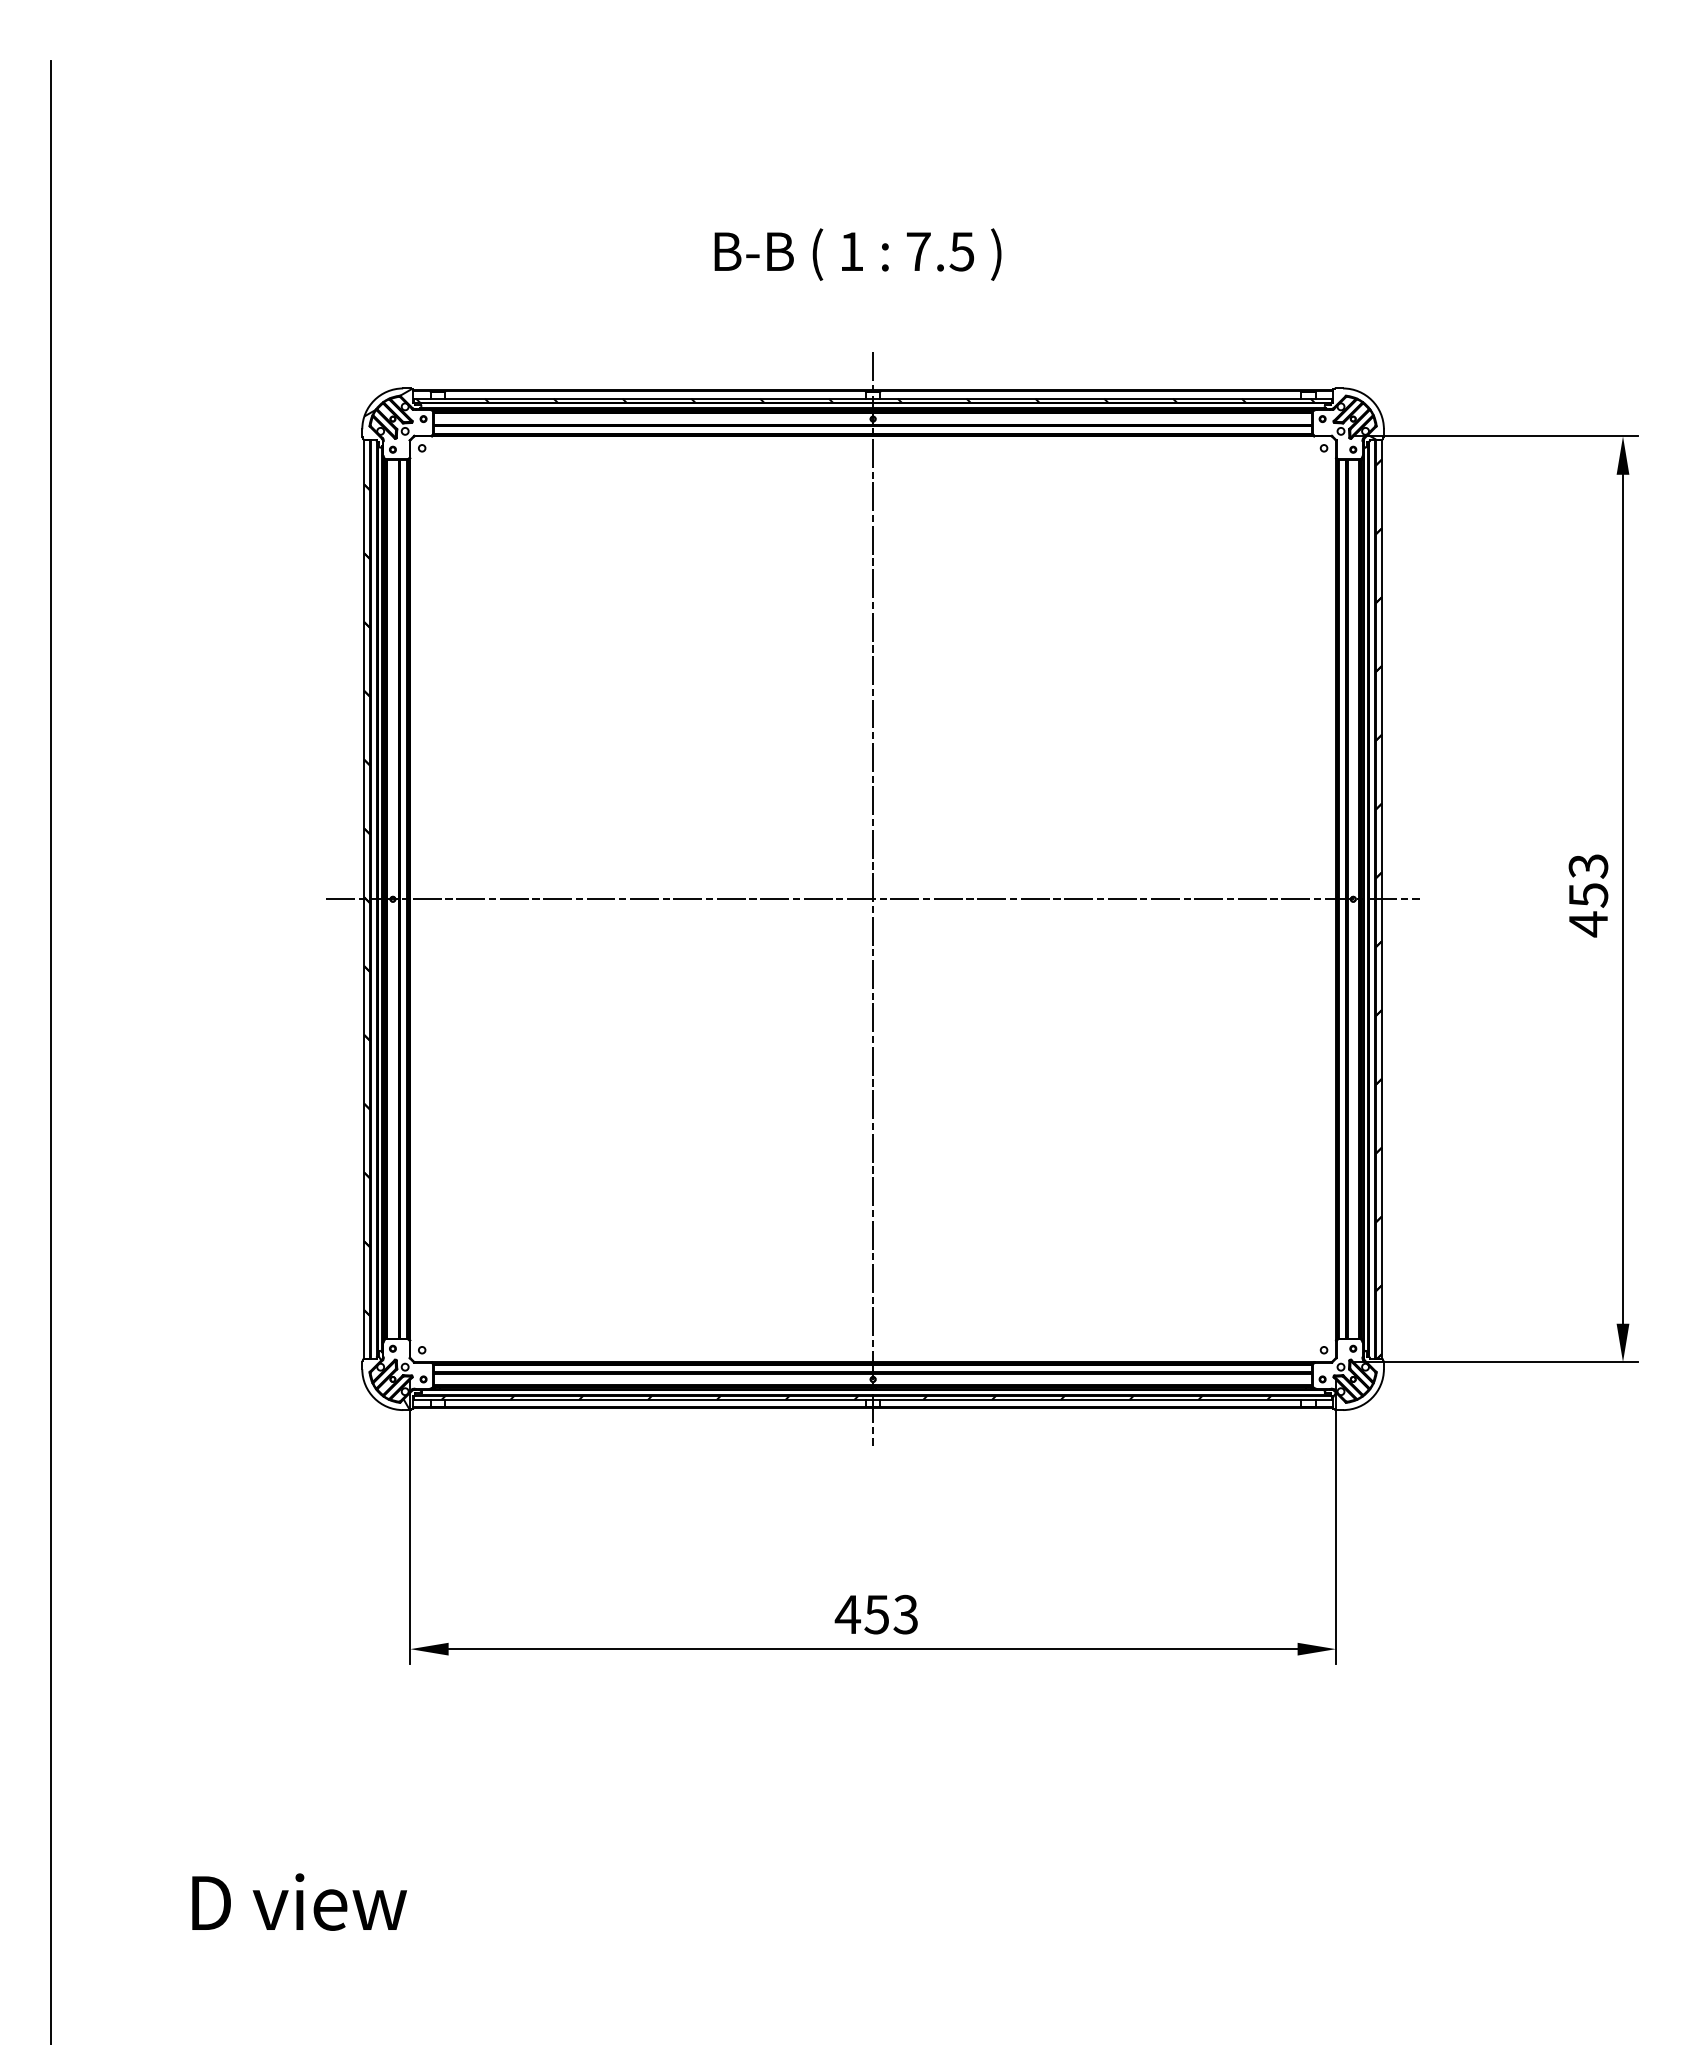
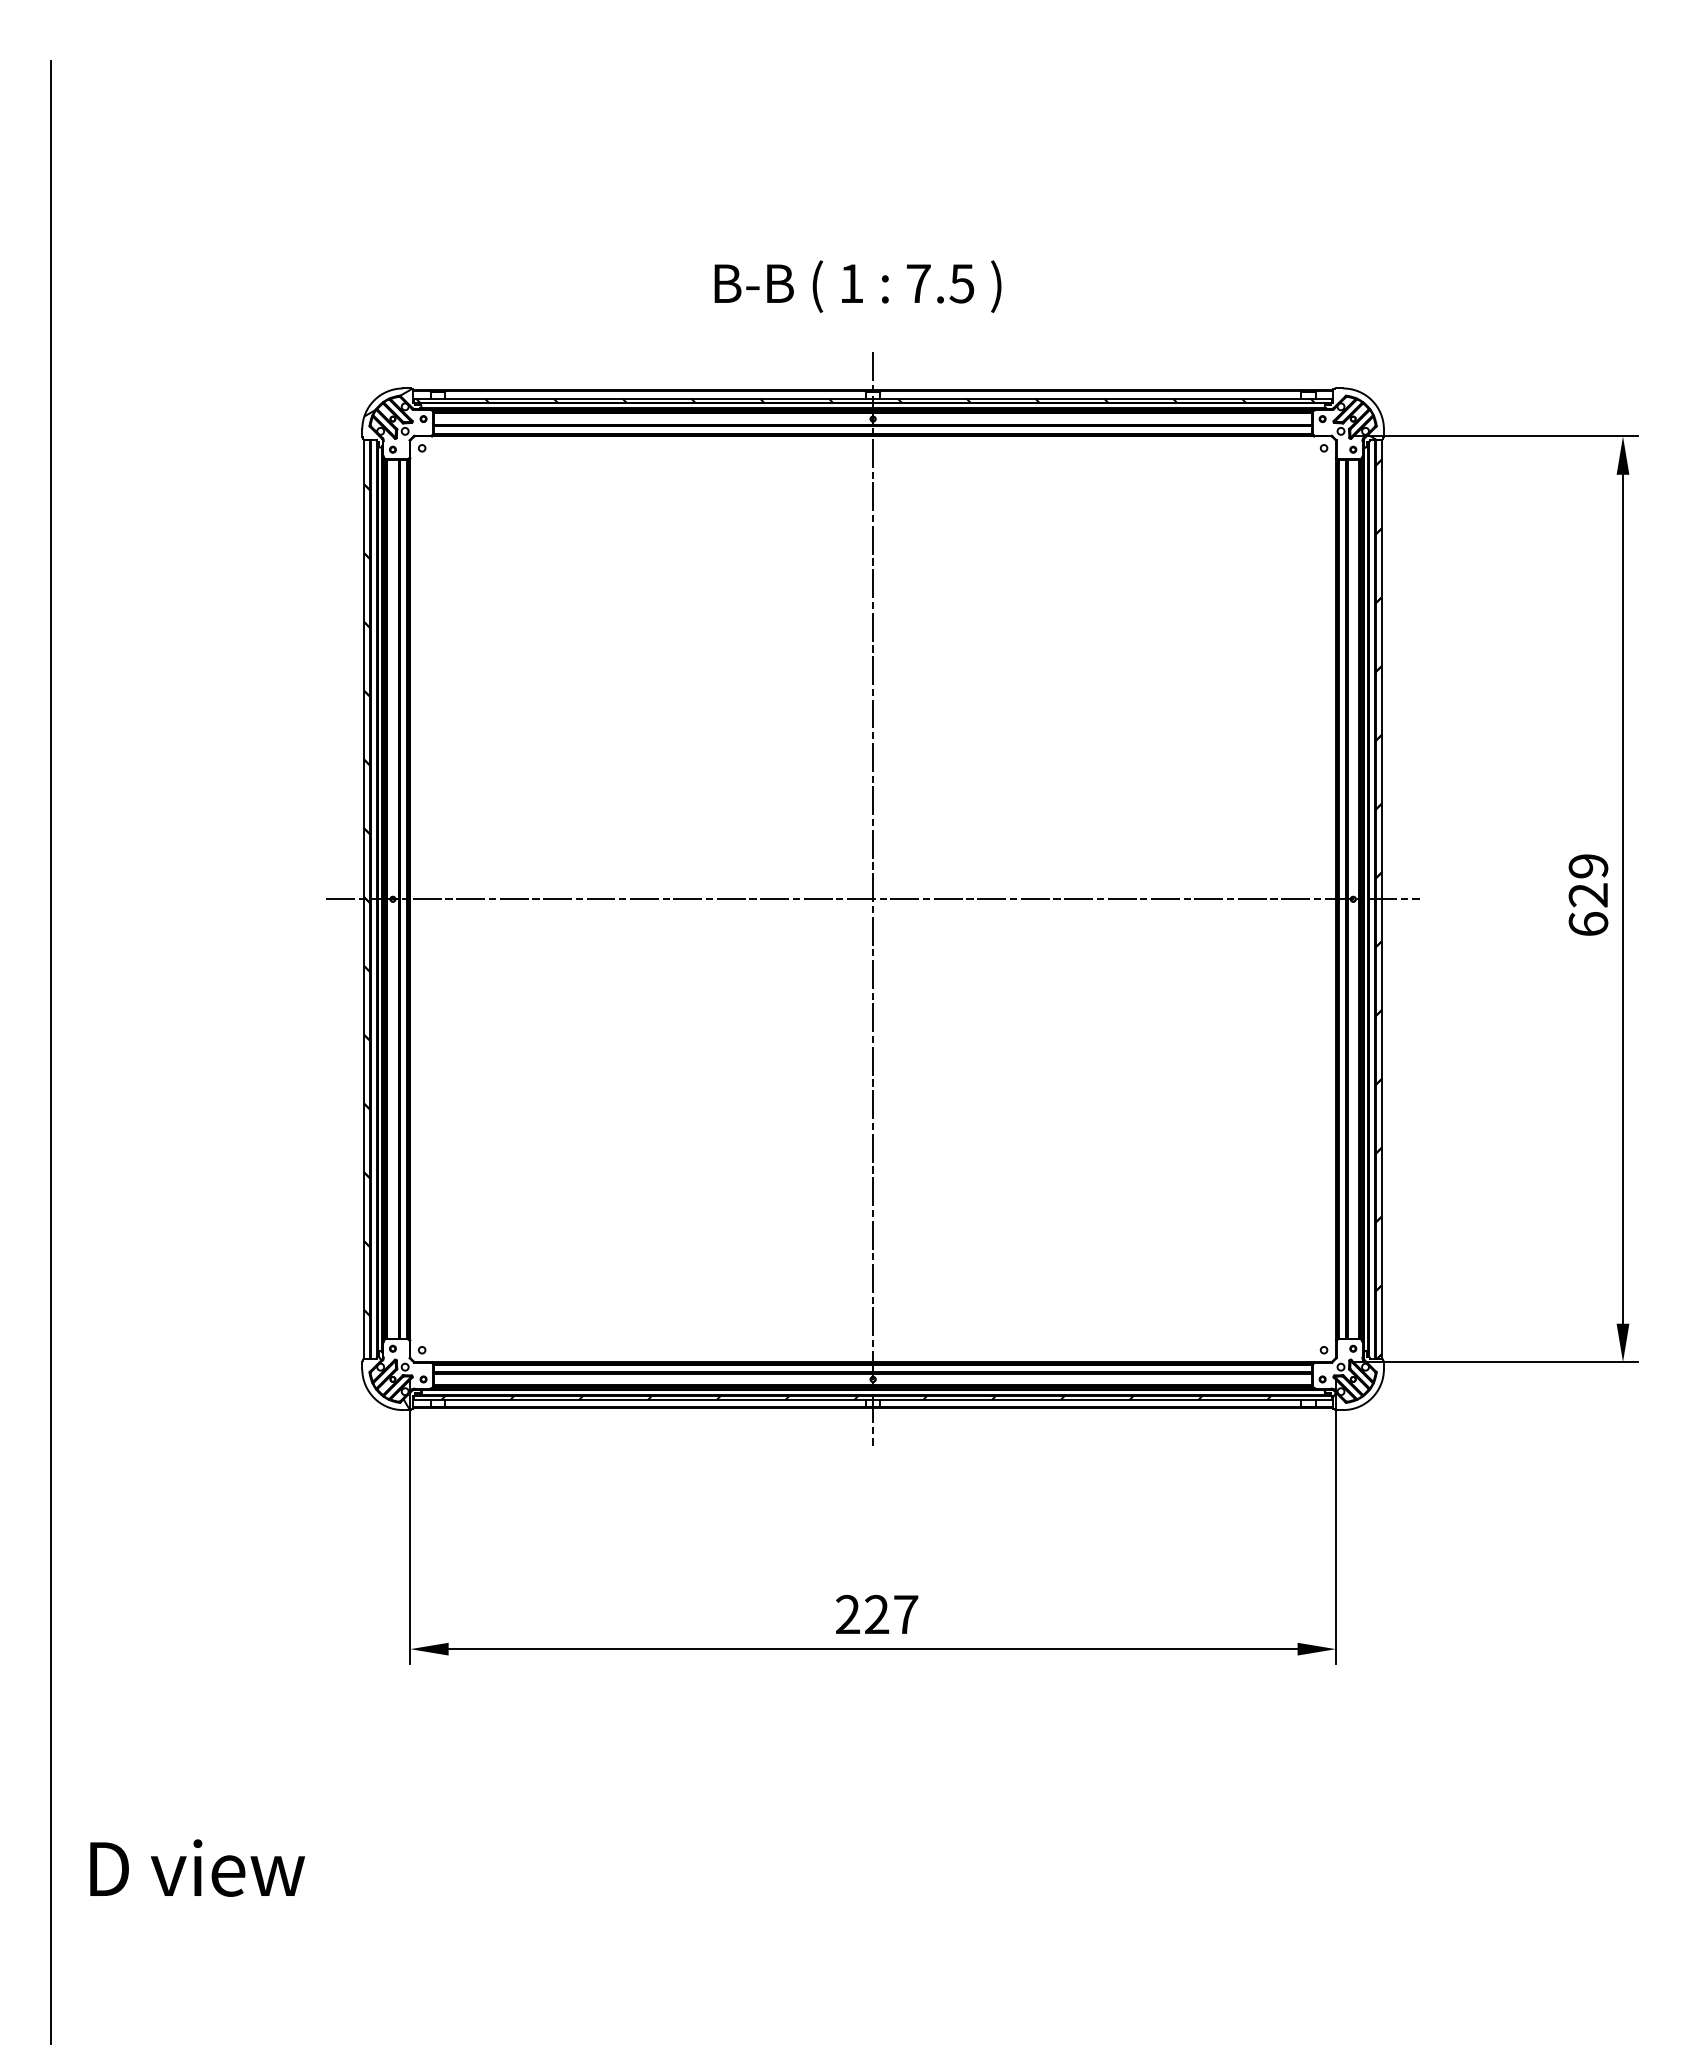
text at (857, 254) position: (857, 254) -> (857, 286)
text at (1588, 895): 453 -> 629
text at (876, 1614): 453 -> 227
text at (299, 1901) position: (299, 1901) -> (197, 1867)
